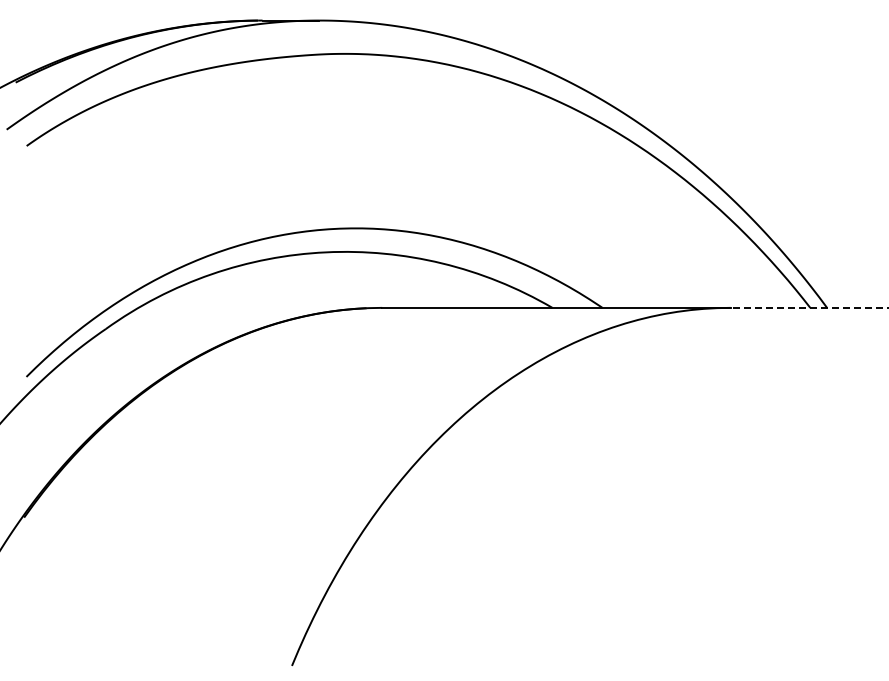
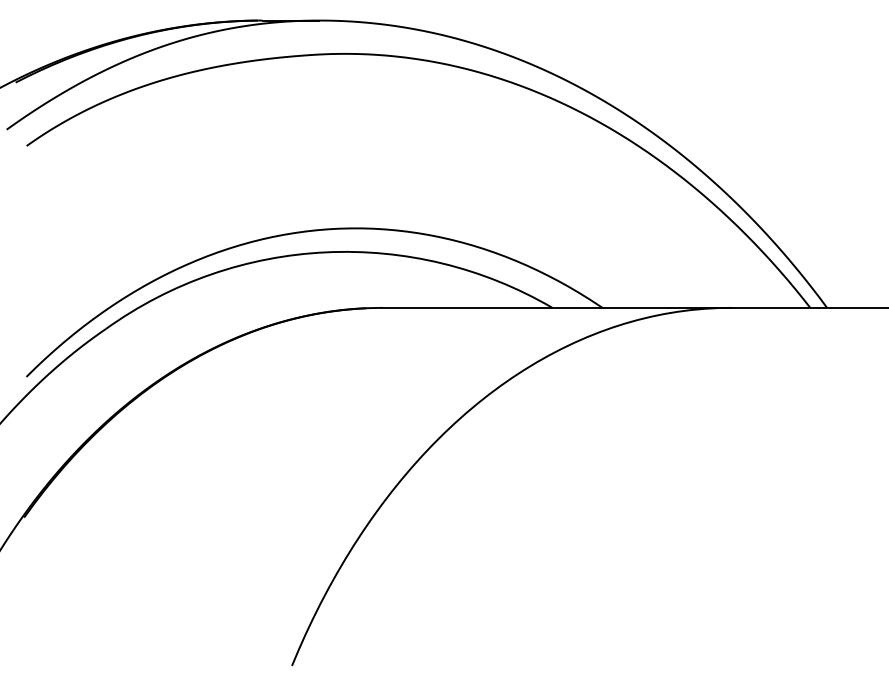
line at (809, 307): dashed -> solid
